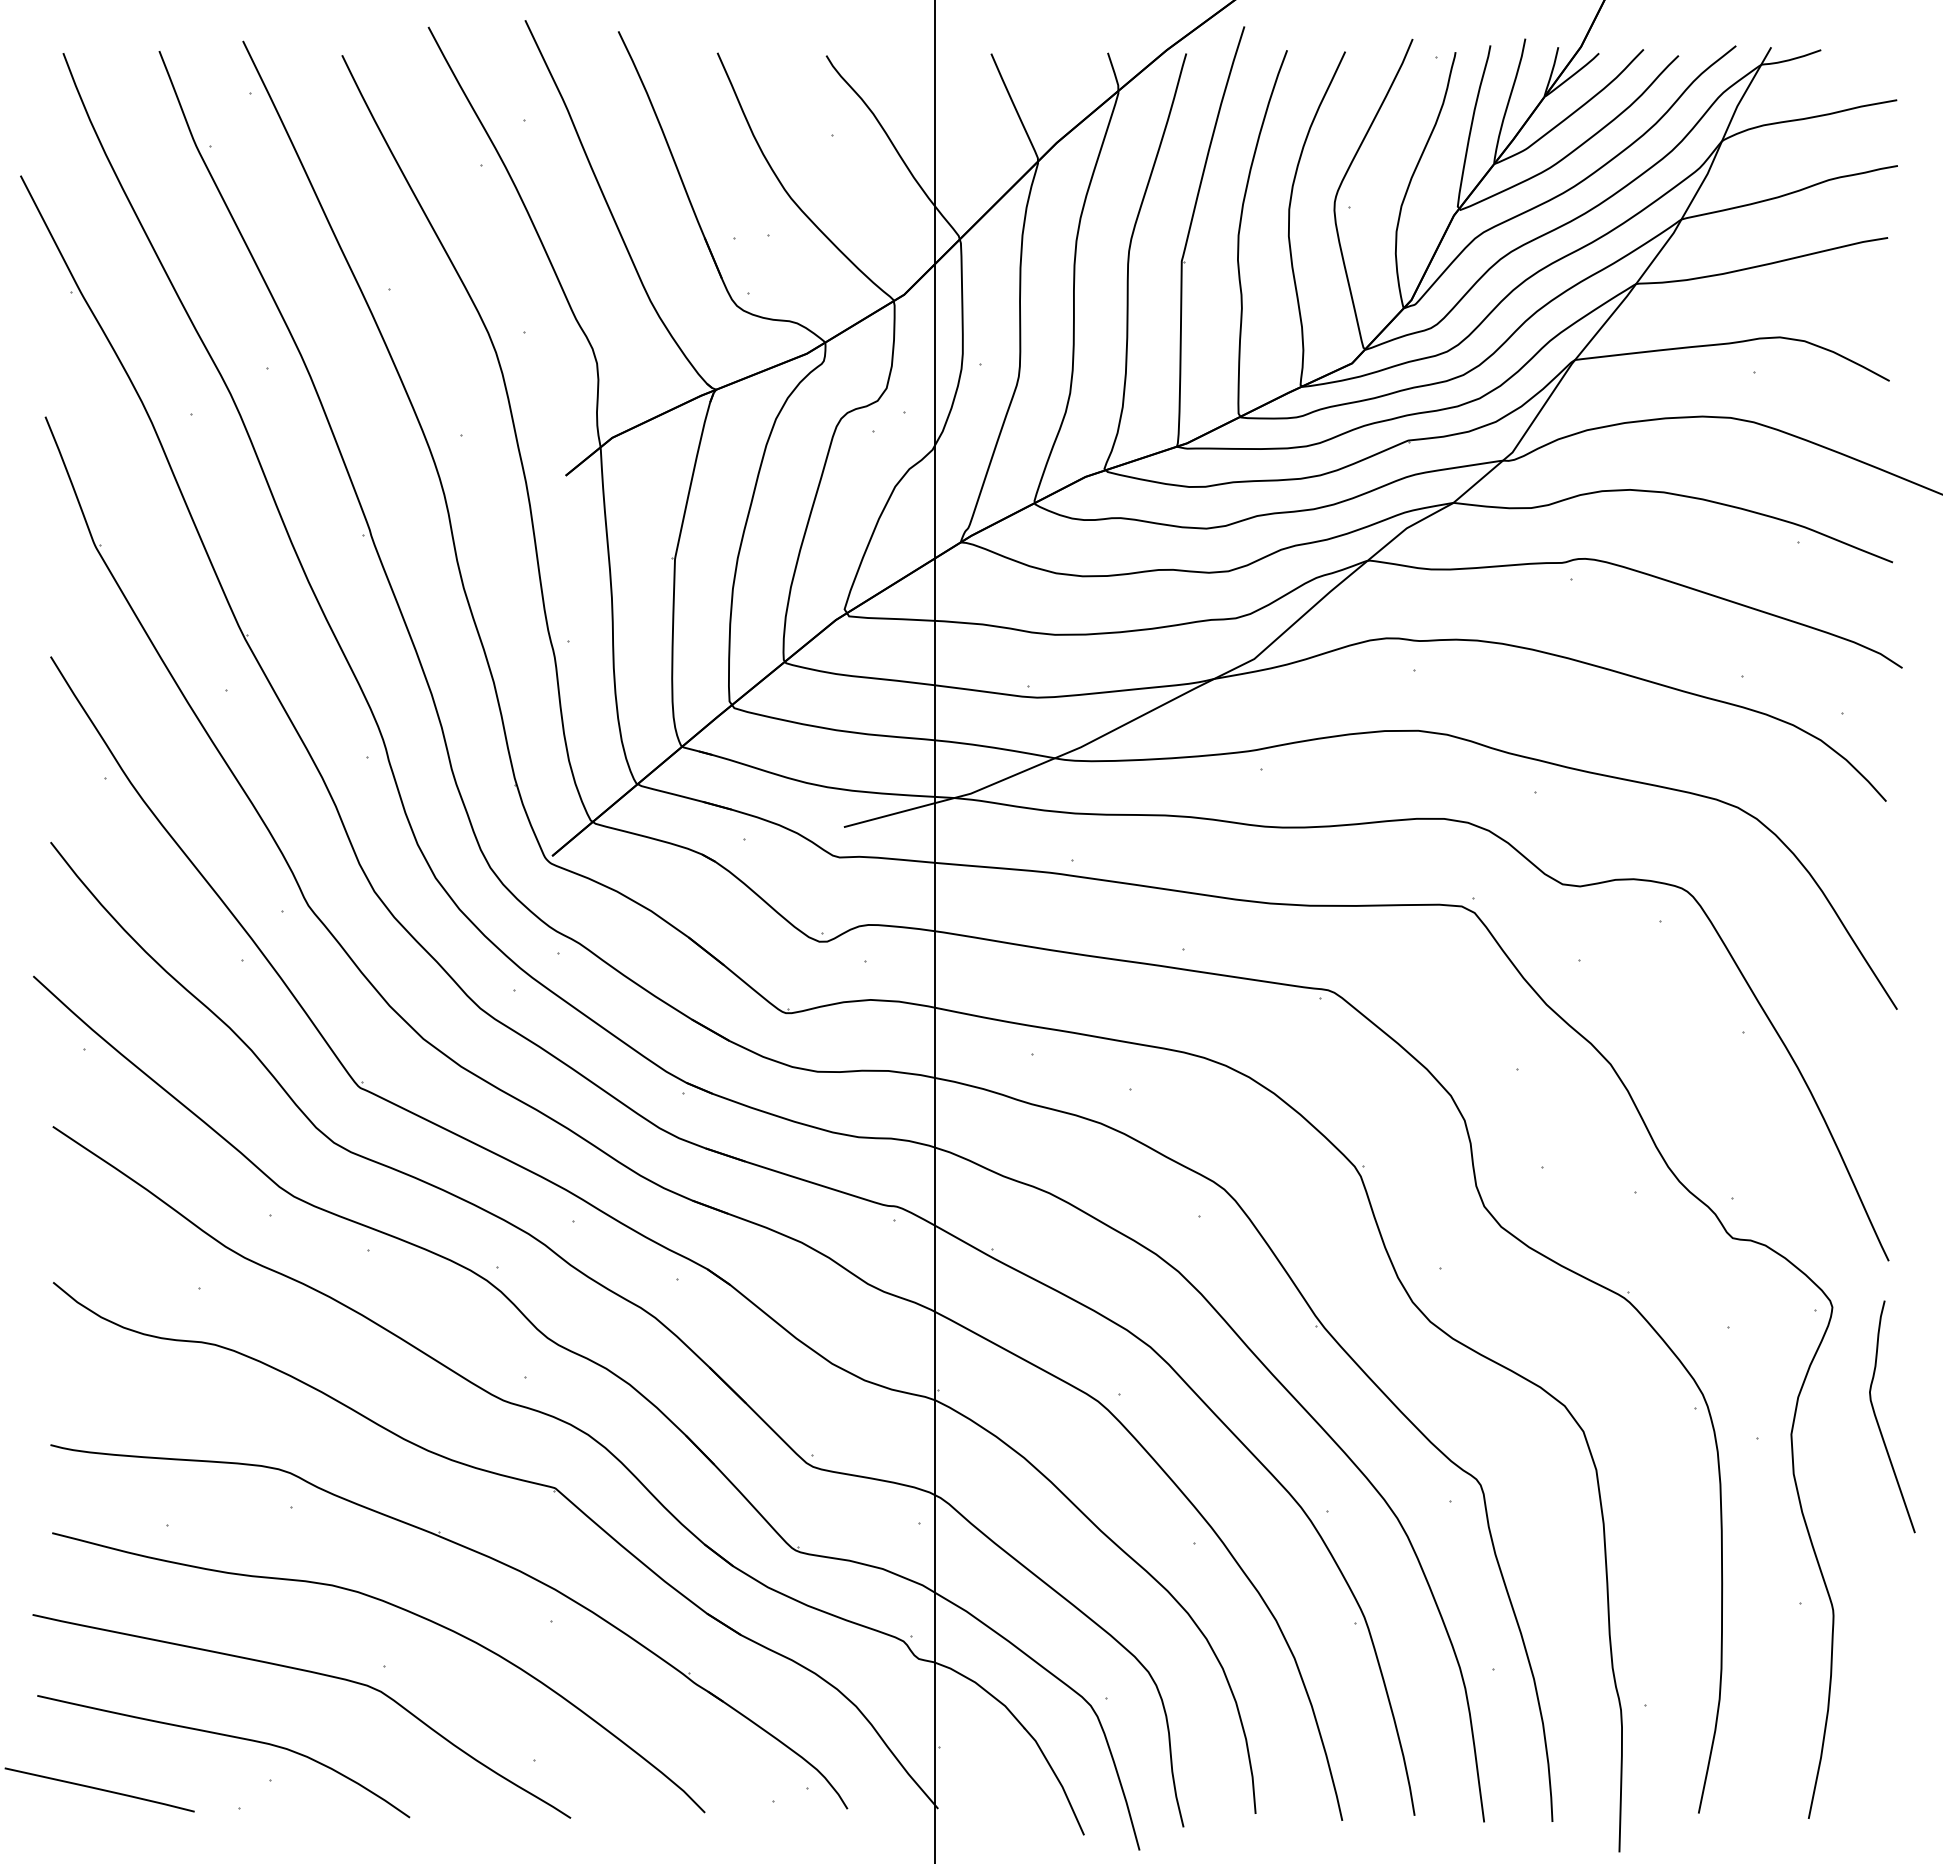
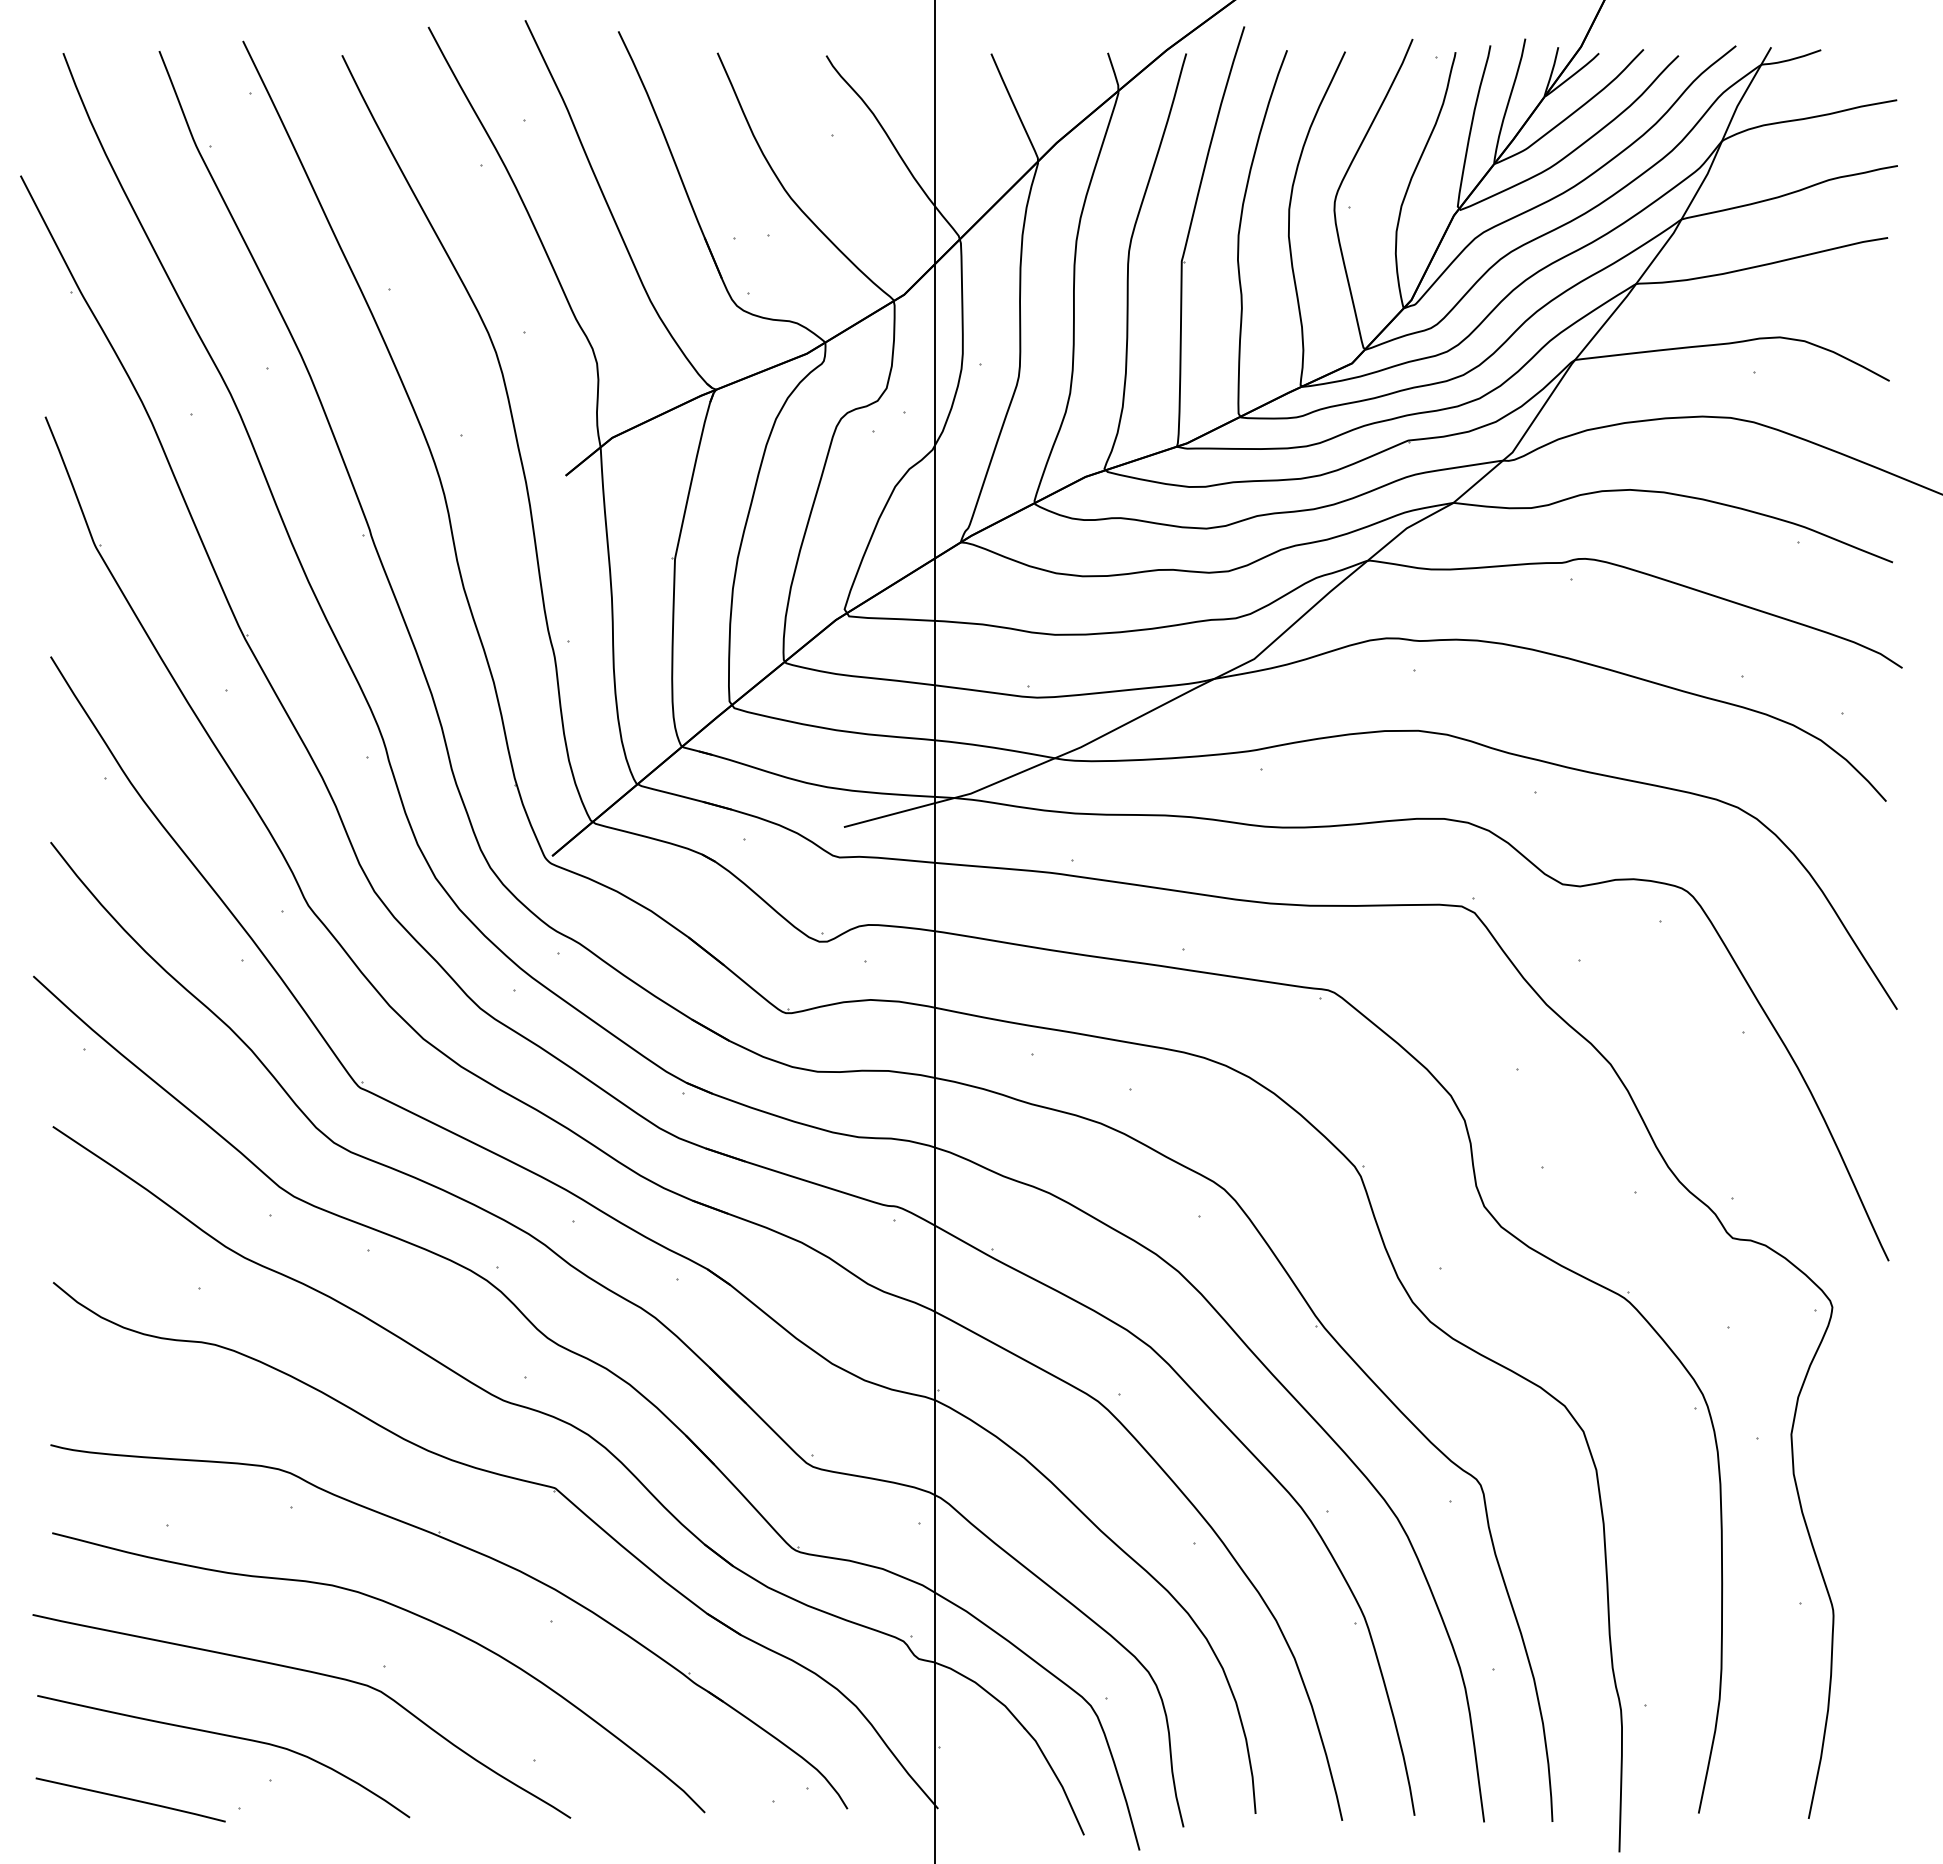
curve at (1878, 1421): present -> none
line at (99, 1789) position: (99, 1789) -> (130, 1799)
